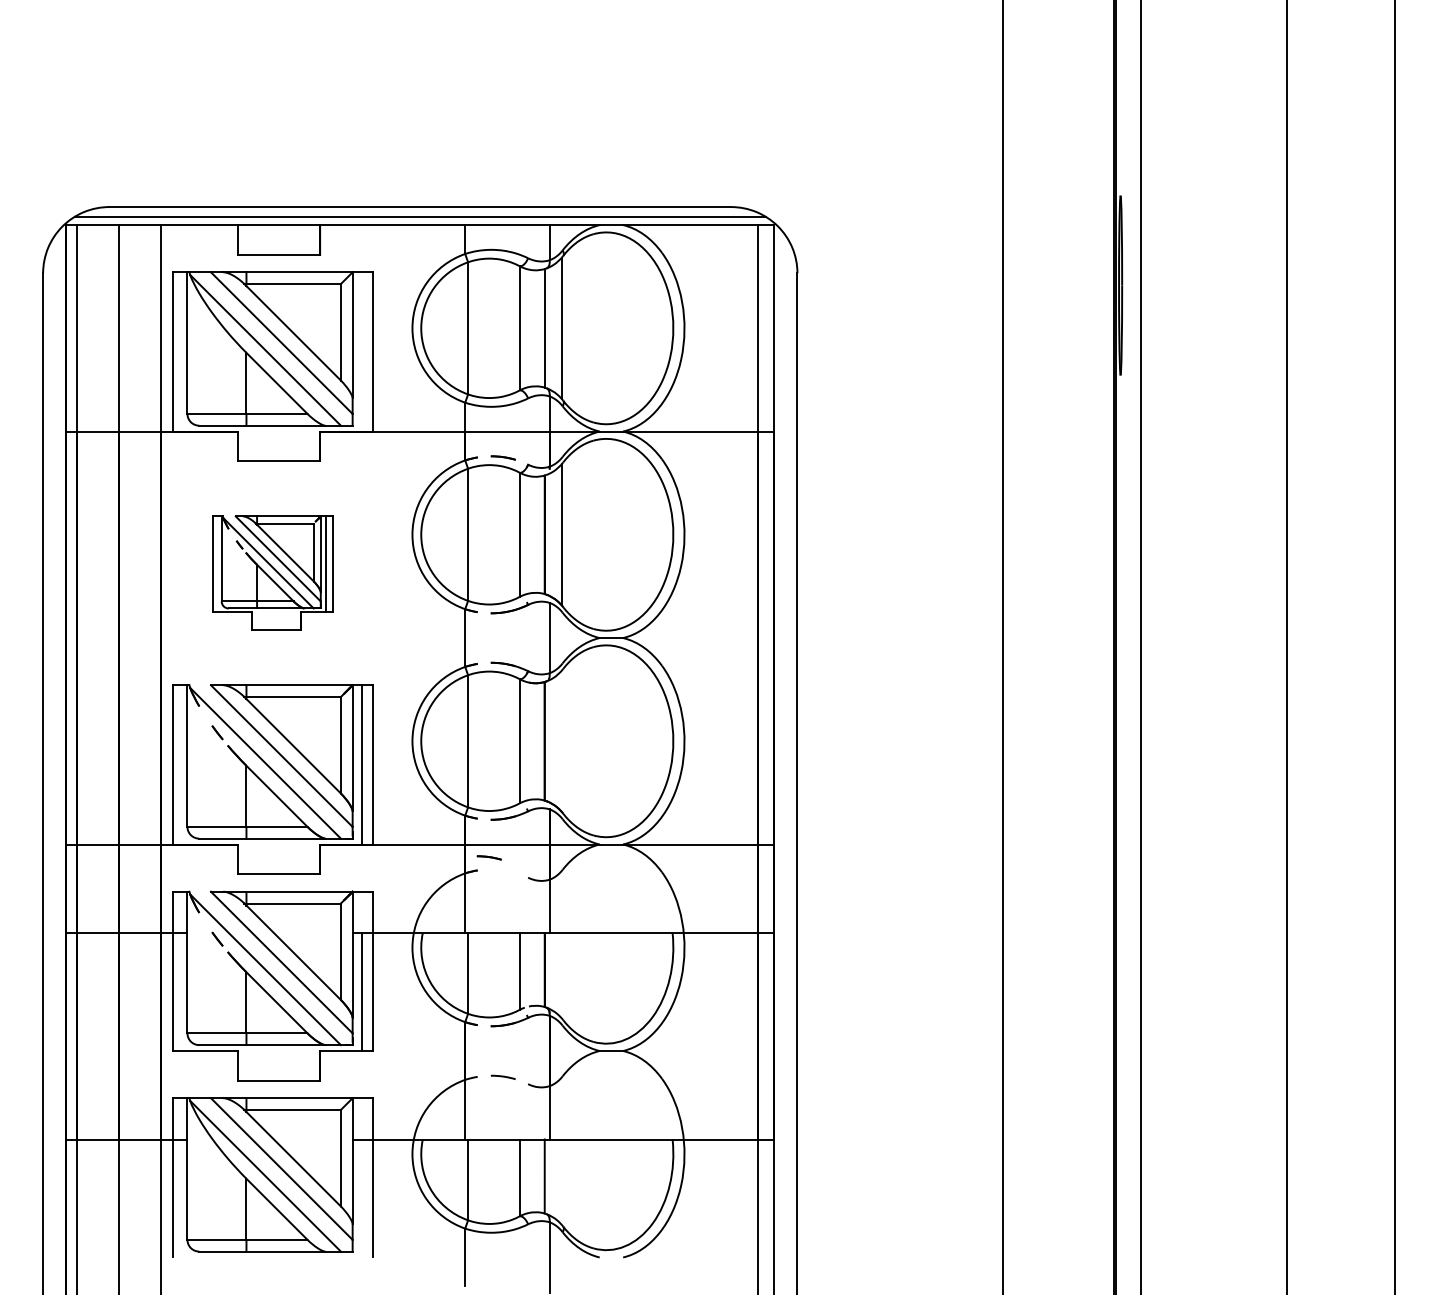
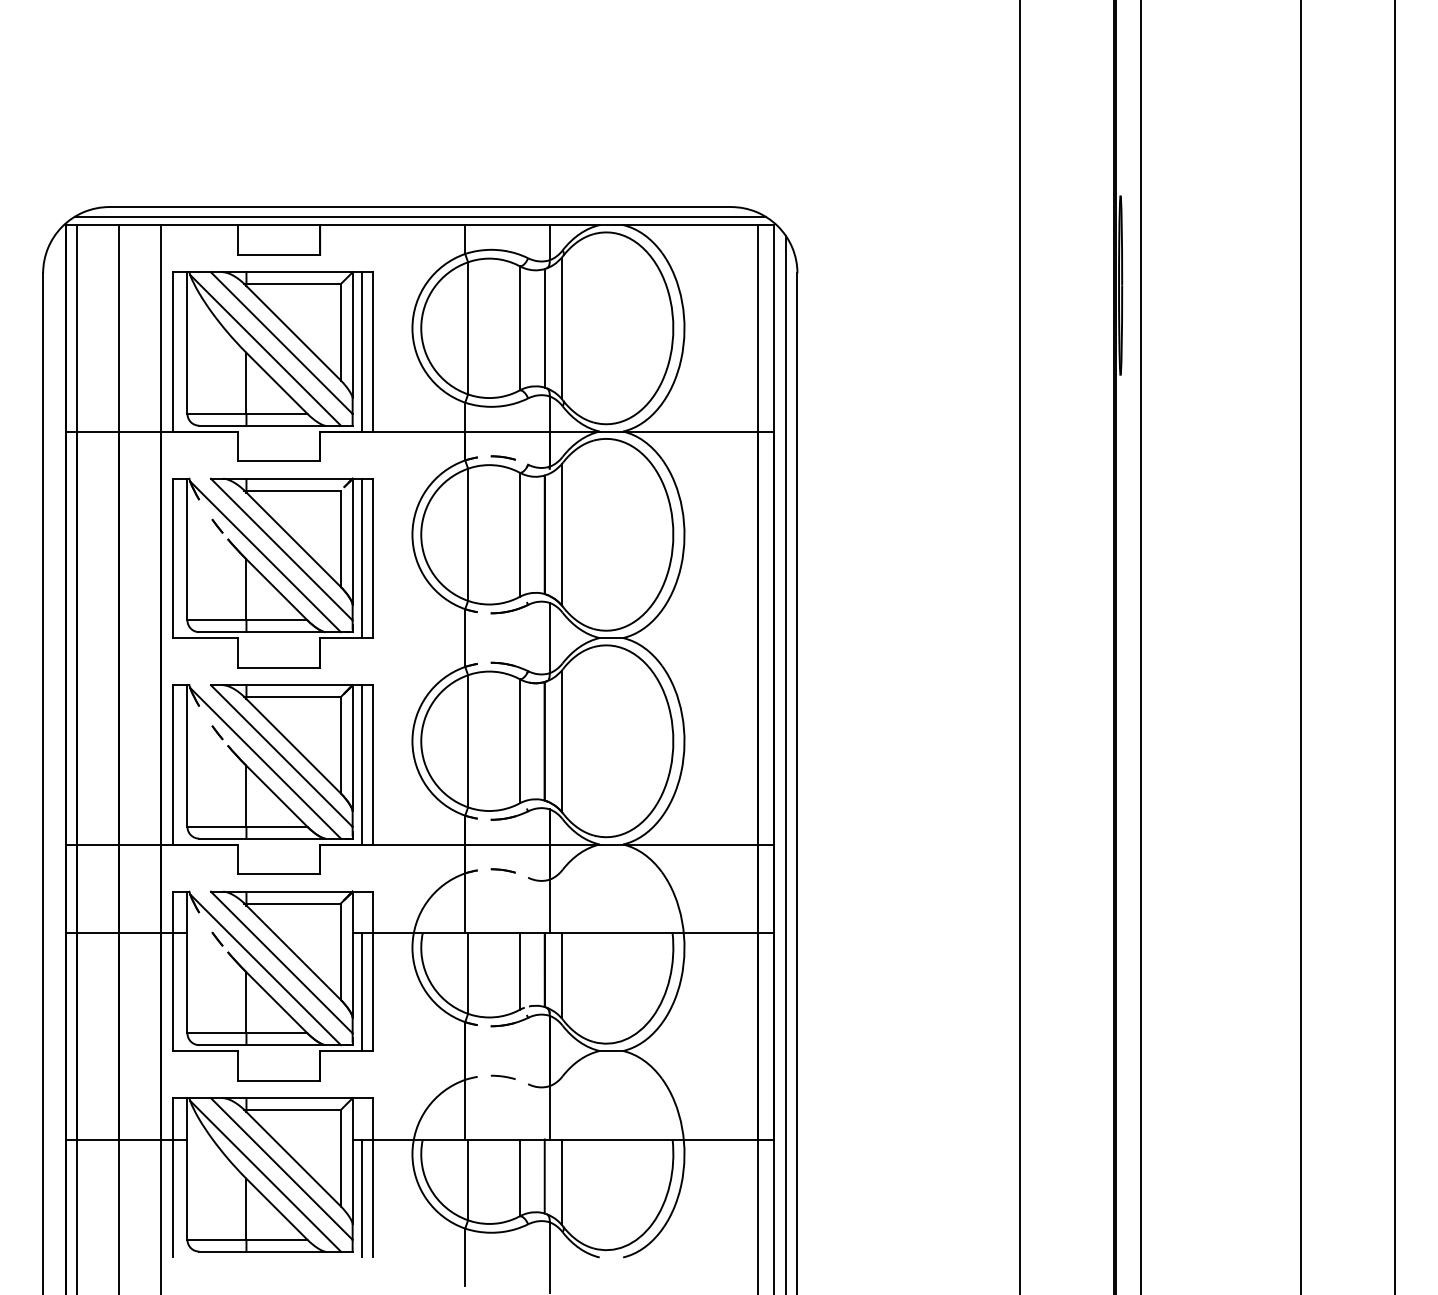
line at (362, 351): none -> present
part at (272, 572) size: 122x116 px -> 202x192 px
line at (1003, 646) position: (1003, 646) -> (1020, 646)
line at (1287, 646) position: (1287, 646) -> (1301, 646)
line at (561, 740): none -> present
line at (786, 763): none -> present
line at (488, 857) position: (488, 857) -> (502, 870)
line at (561, 975): none -> present
line at (561, 1181): none -> present
line at (362, 1198): none -> present
